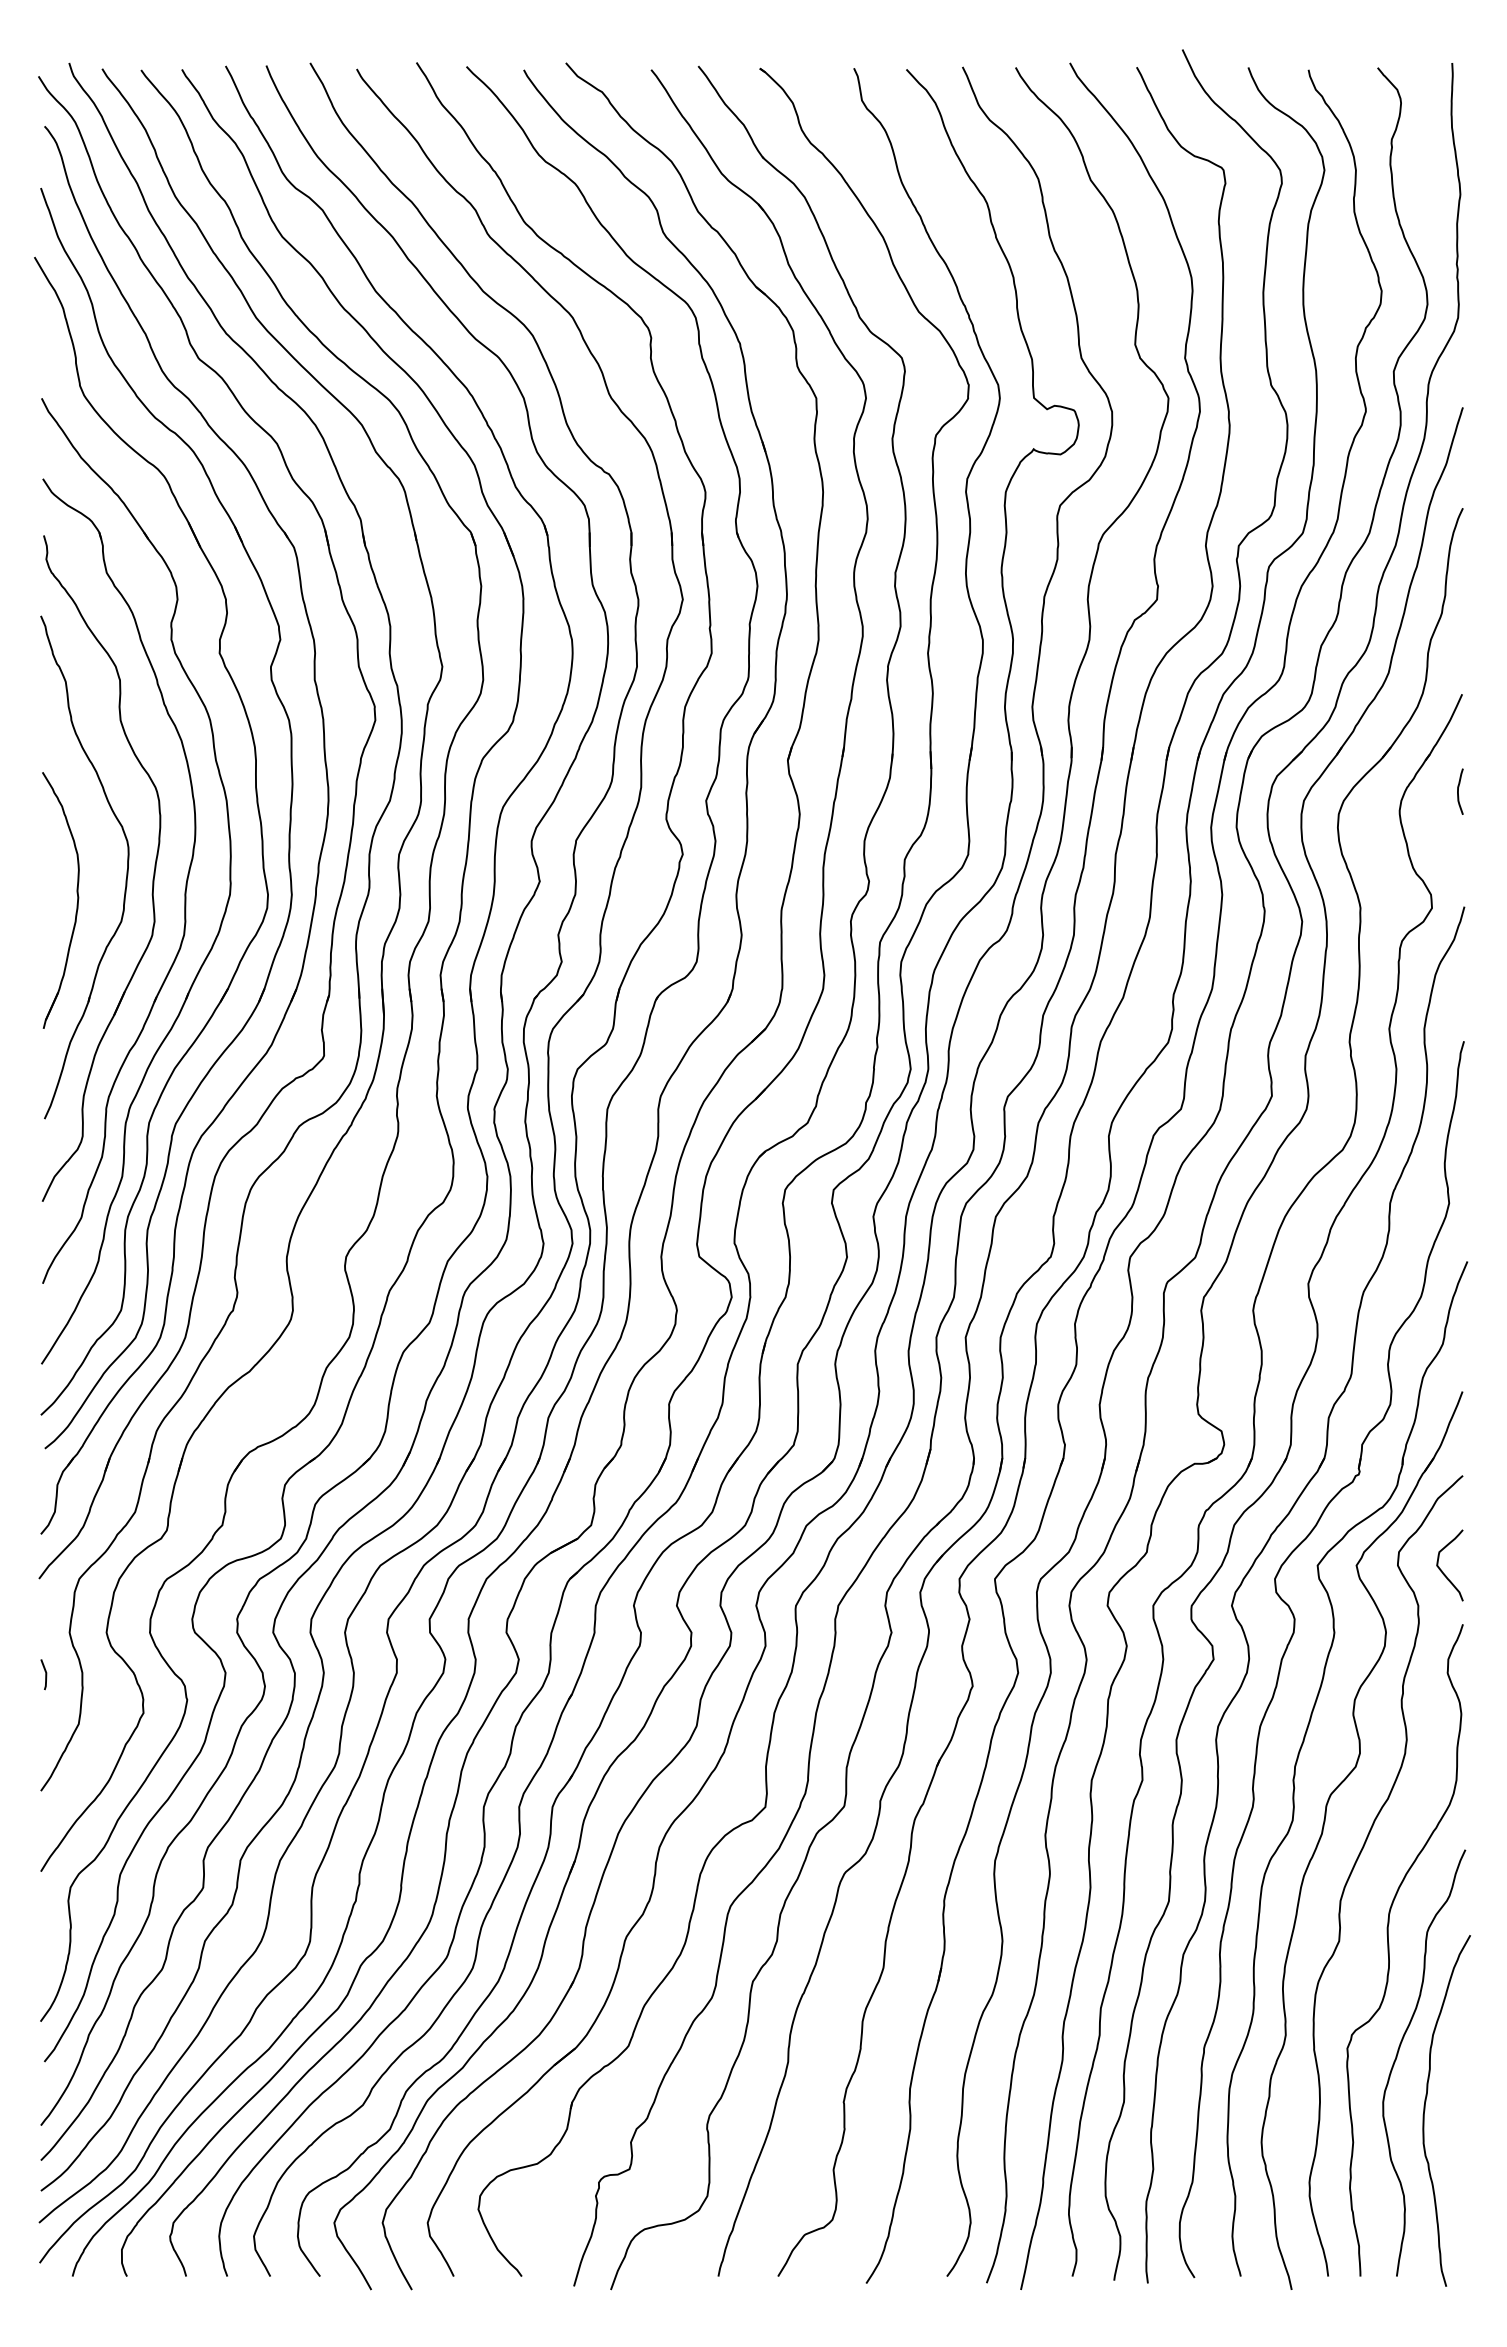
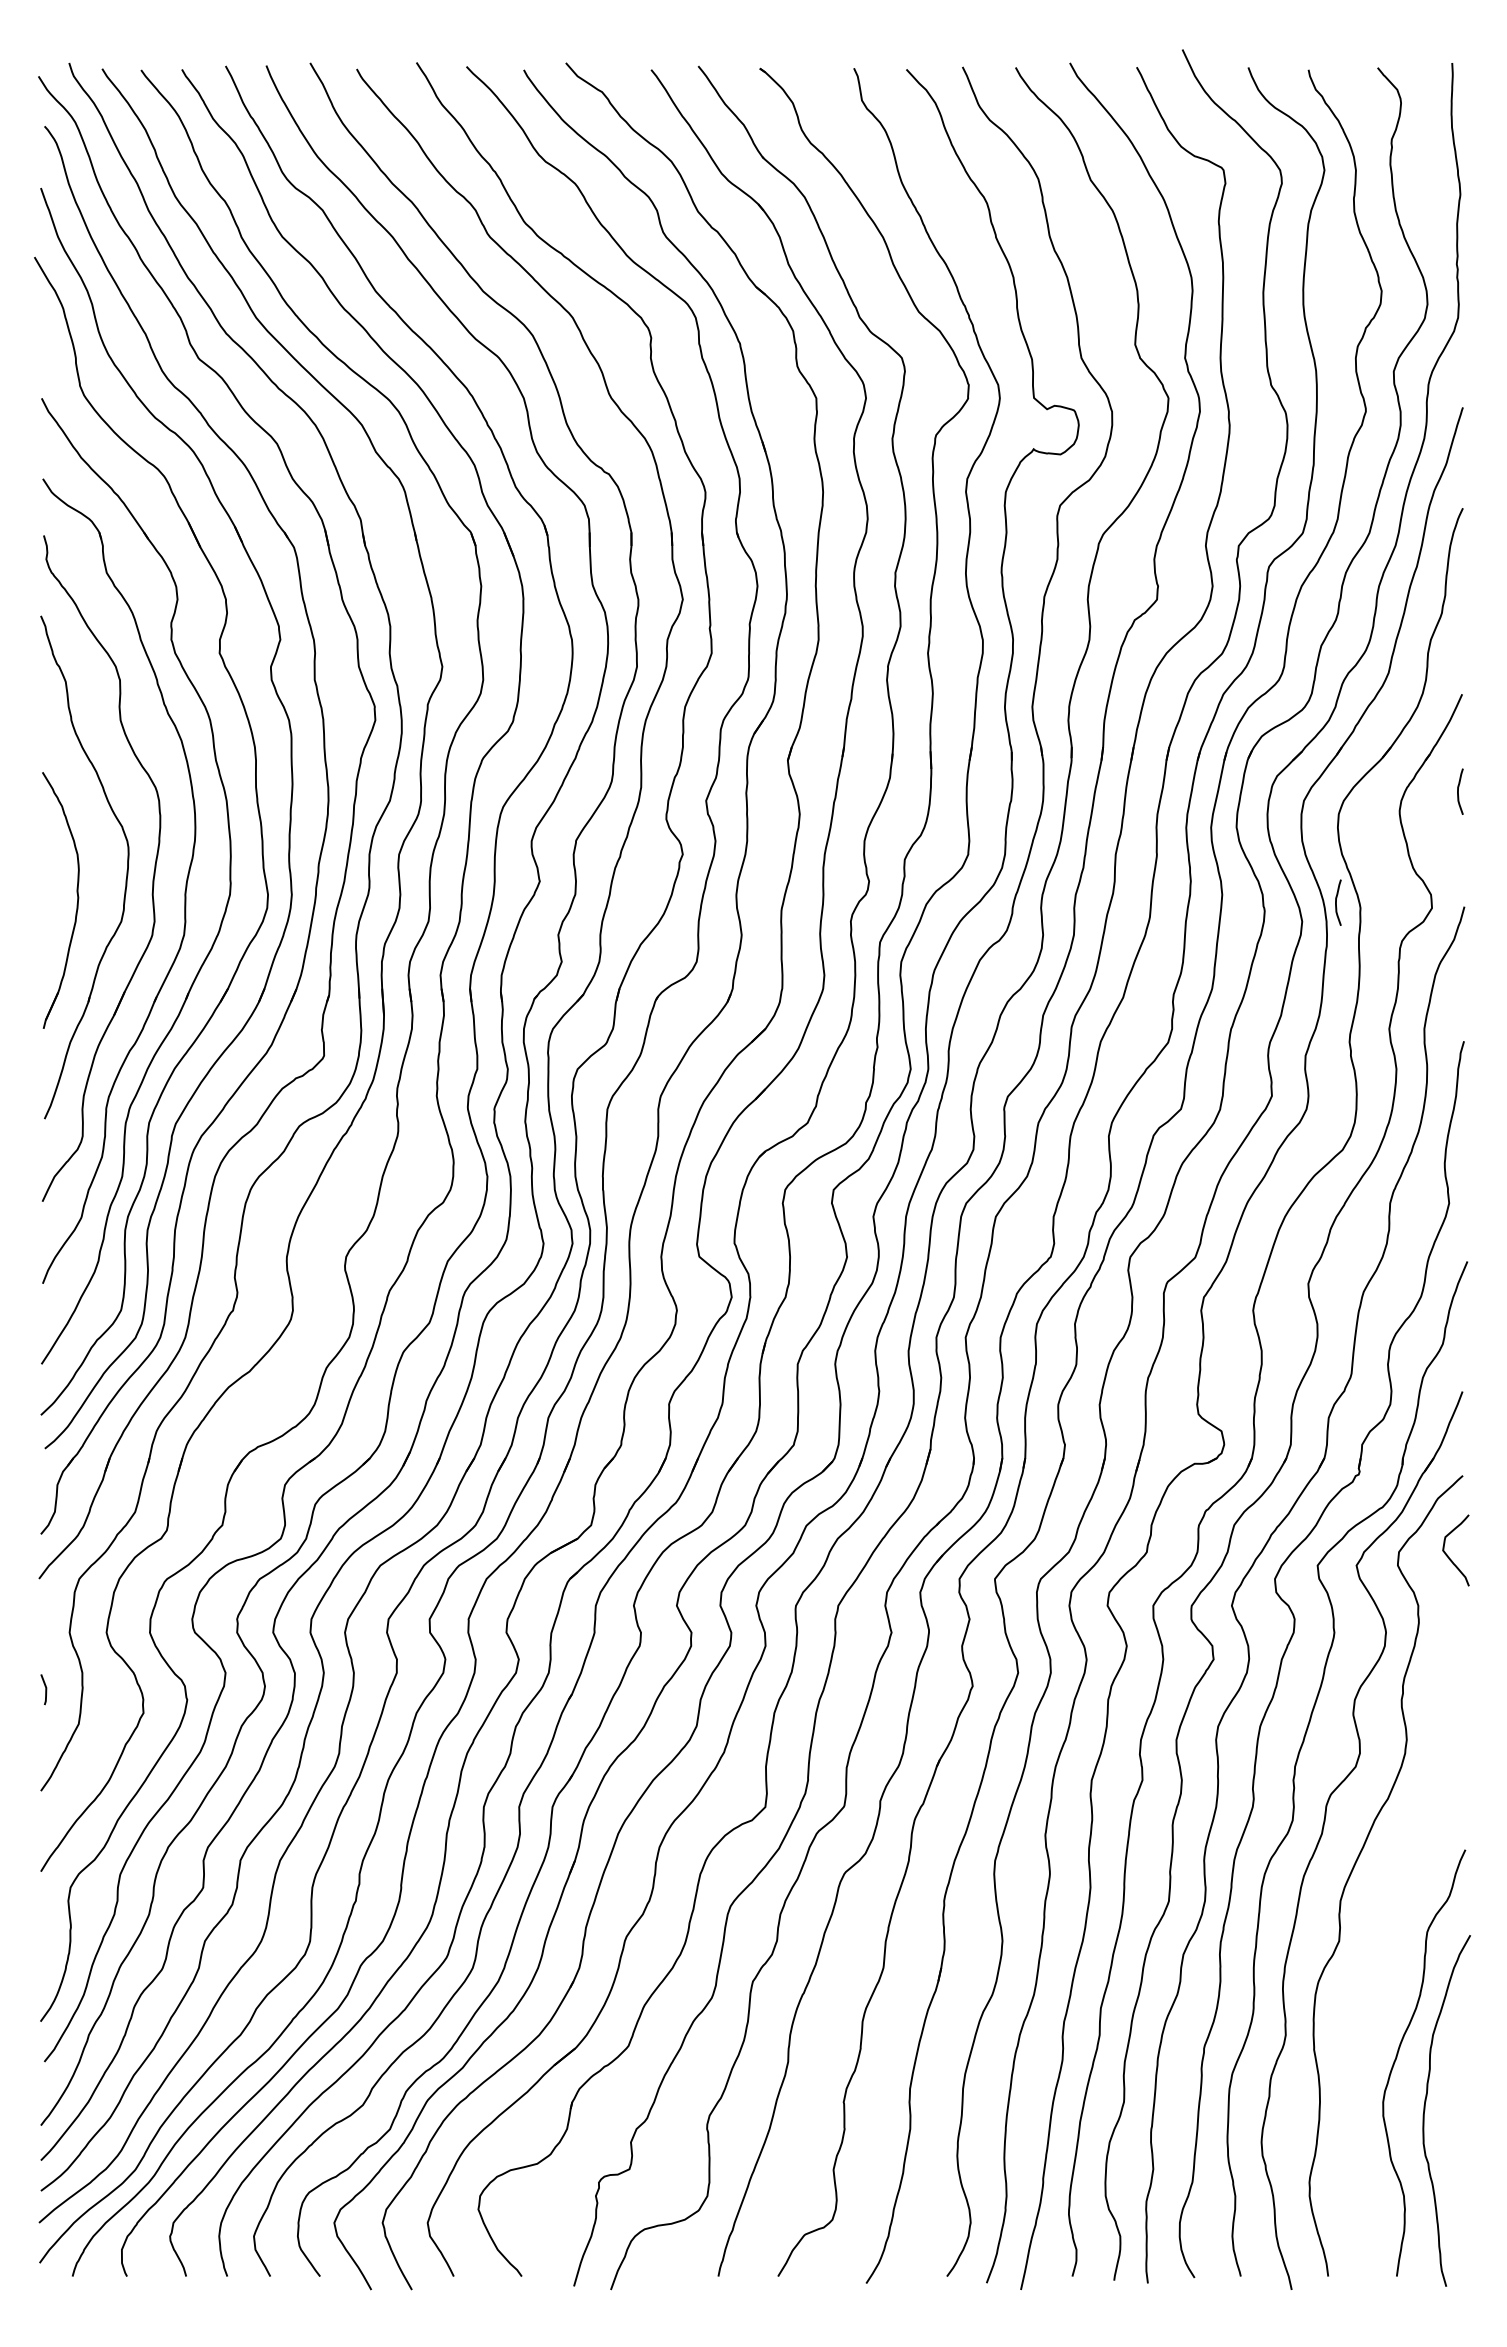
curve at (1336, 902): none -> present
curve at (1442, 1570) position: (1442, 1570) -> (1448, 1555)
line at (45, 1674) position: (45, 1674) -> (45, 1689)
curve at (1389, 1950): present -> none
